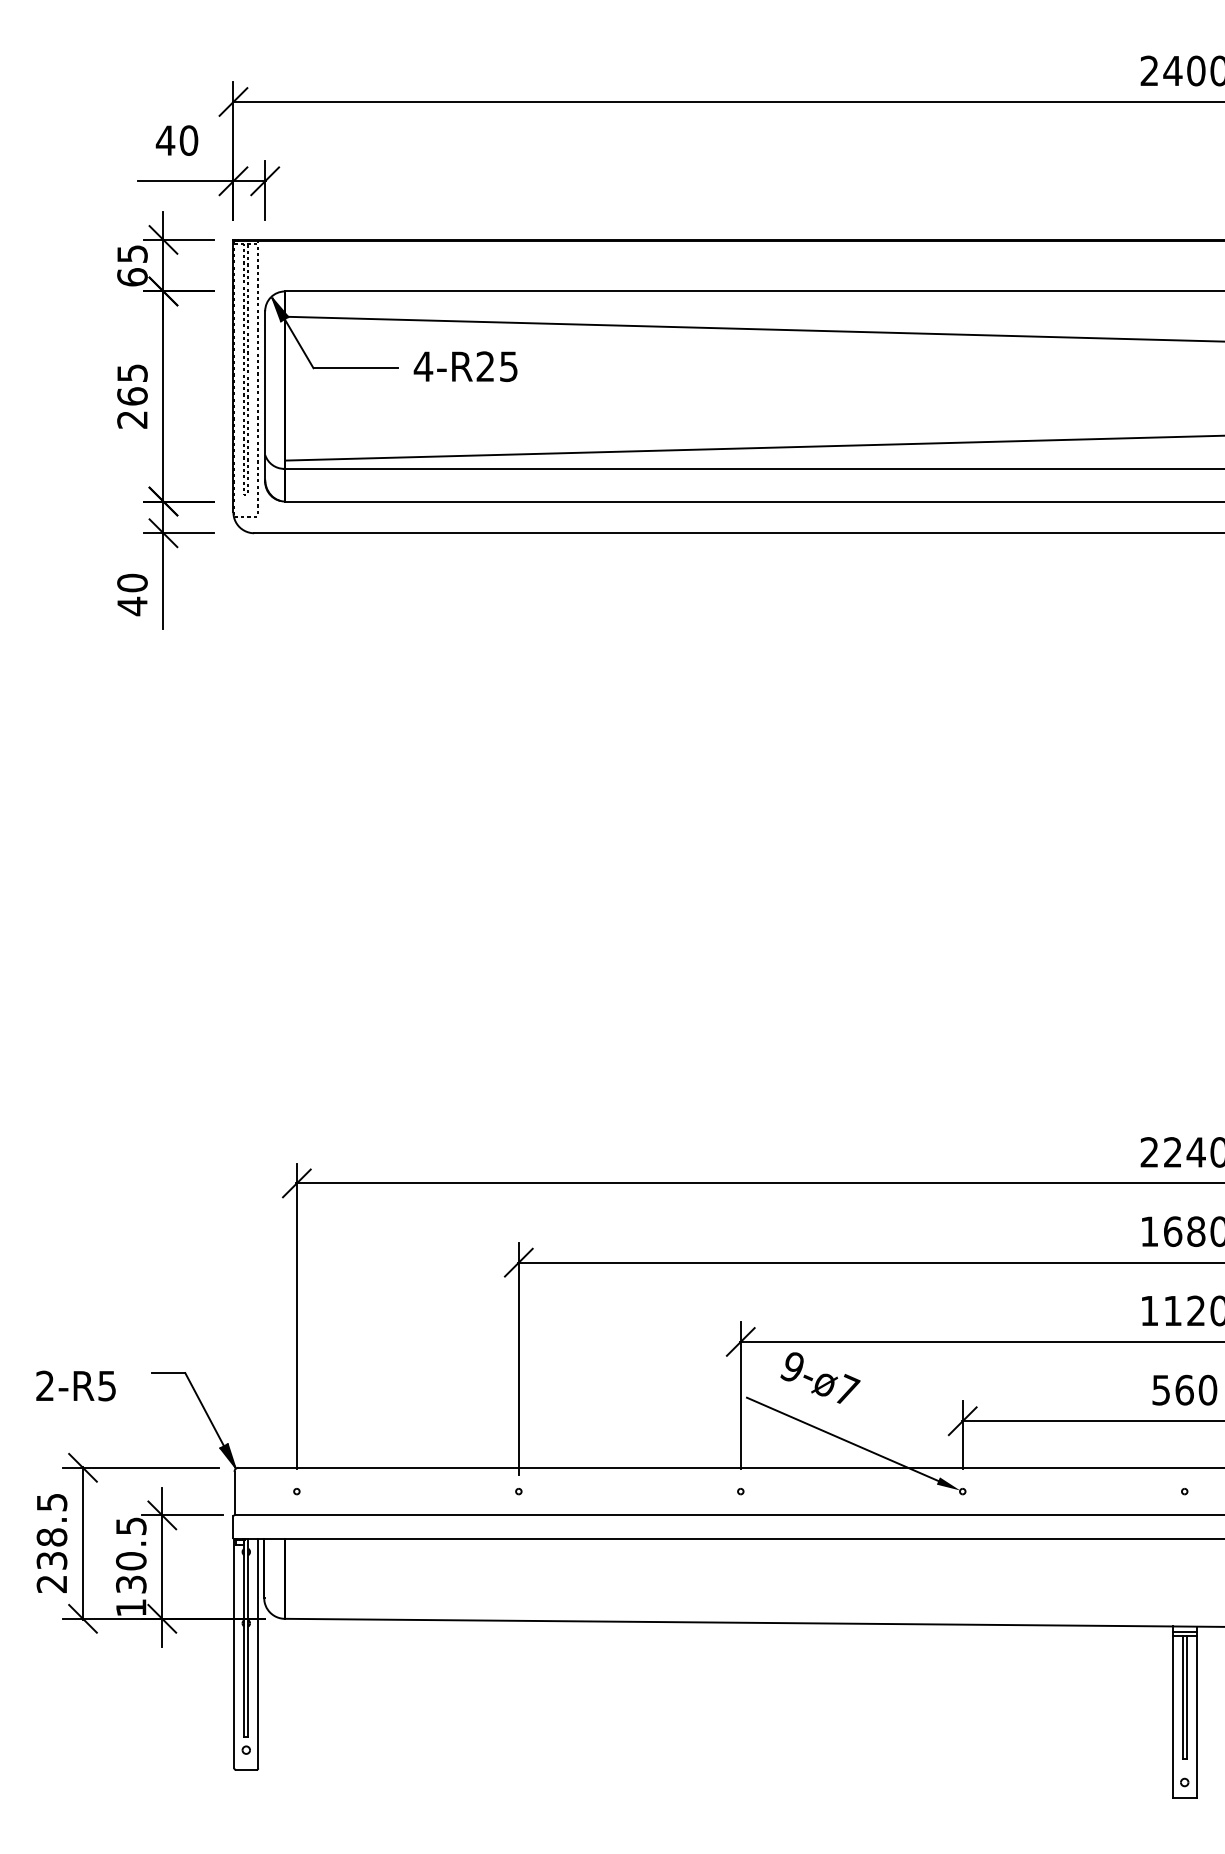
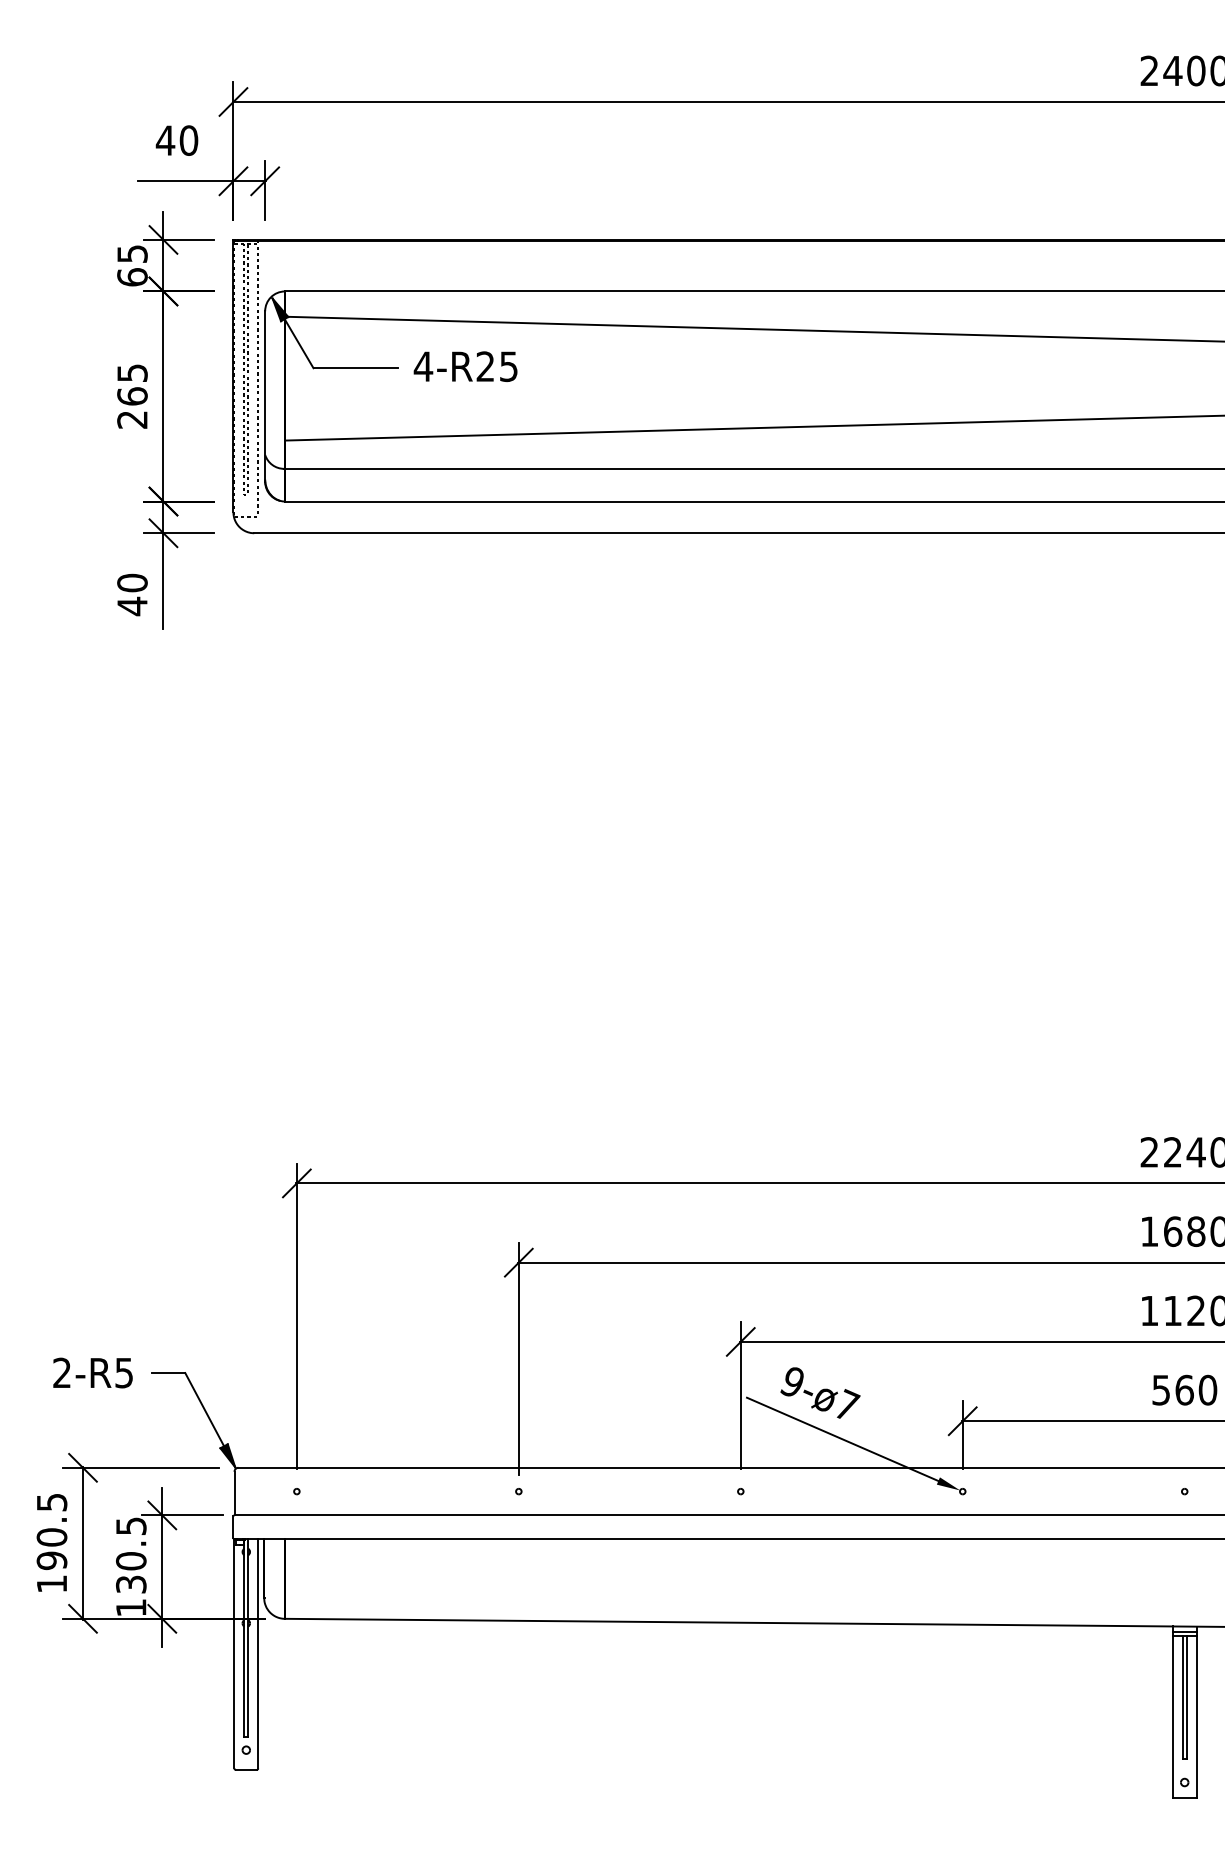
line at (753, 447) position: (753, 447) -> (752, 427)
text at (820, 1377) position: (820, 1377) -> (820, 1392)
text at (75, 1385) position: (75, 1385) -> (92, 1372)
text at (51, 1560): 238.5 -> 190.5
